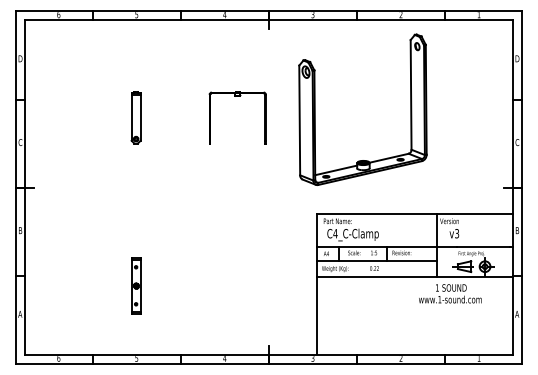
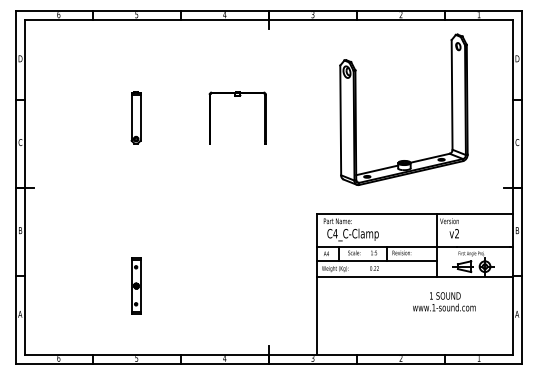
part at (315, 109) position: (315, 109) -> (356, 109)
text at (457, 233): v3 -> v2
text at (450, 293) position: (450, 293) -> (444, 301)
